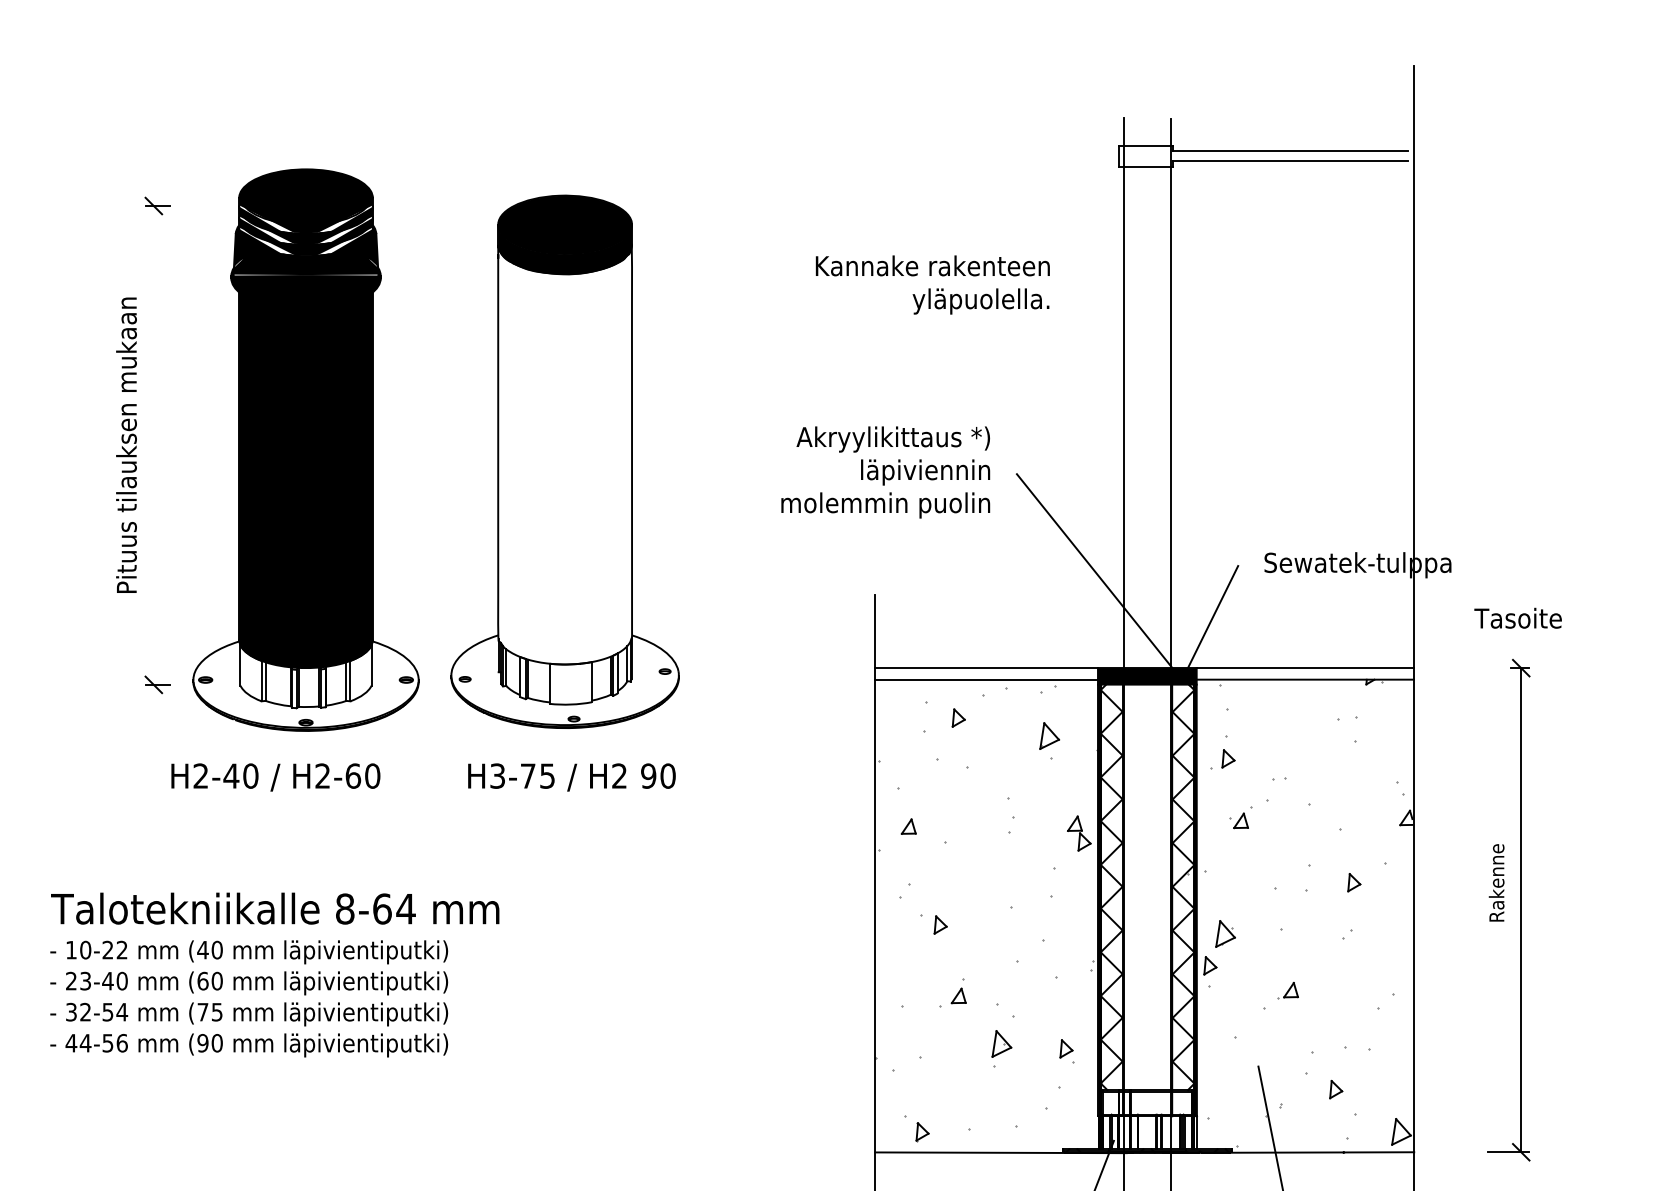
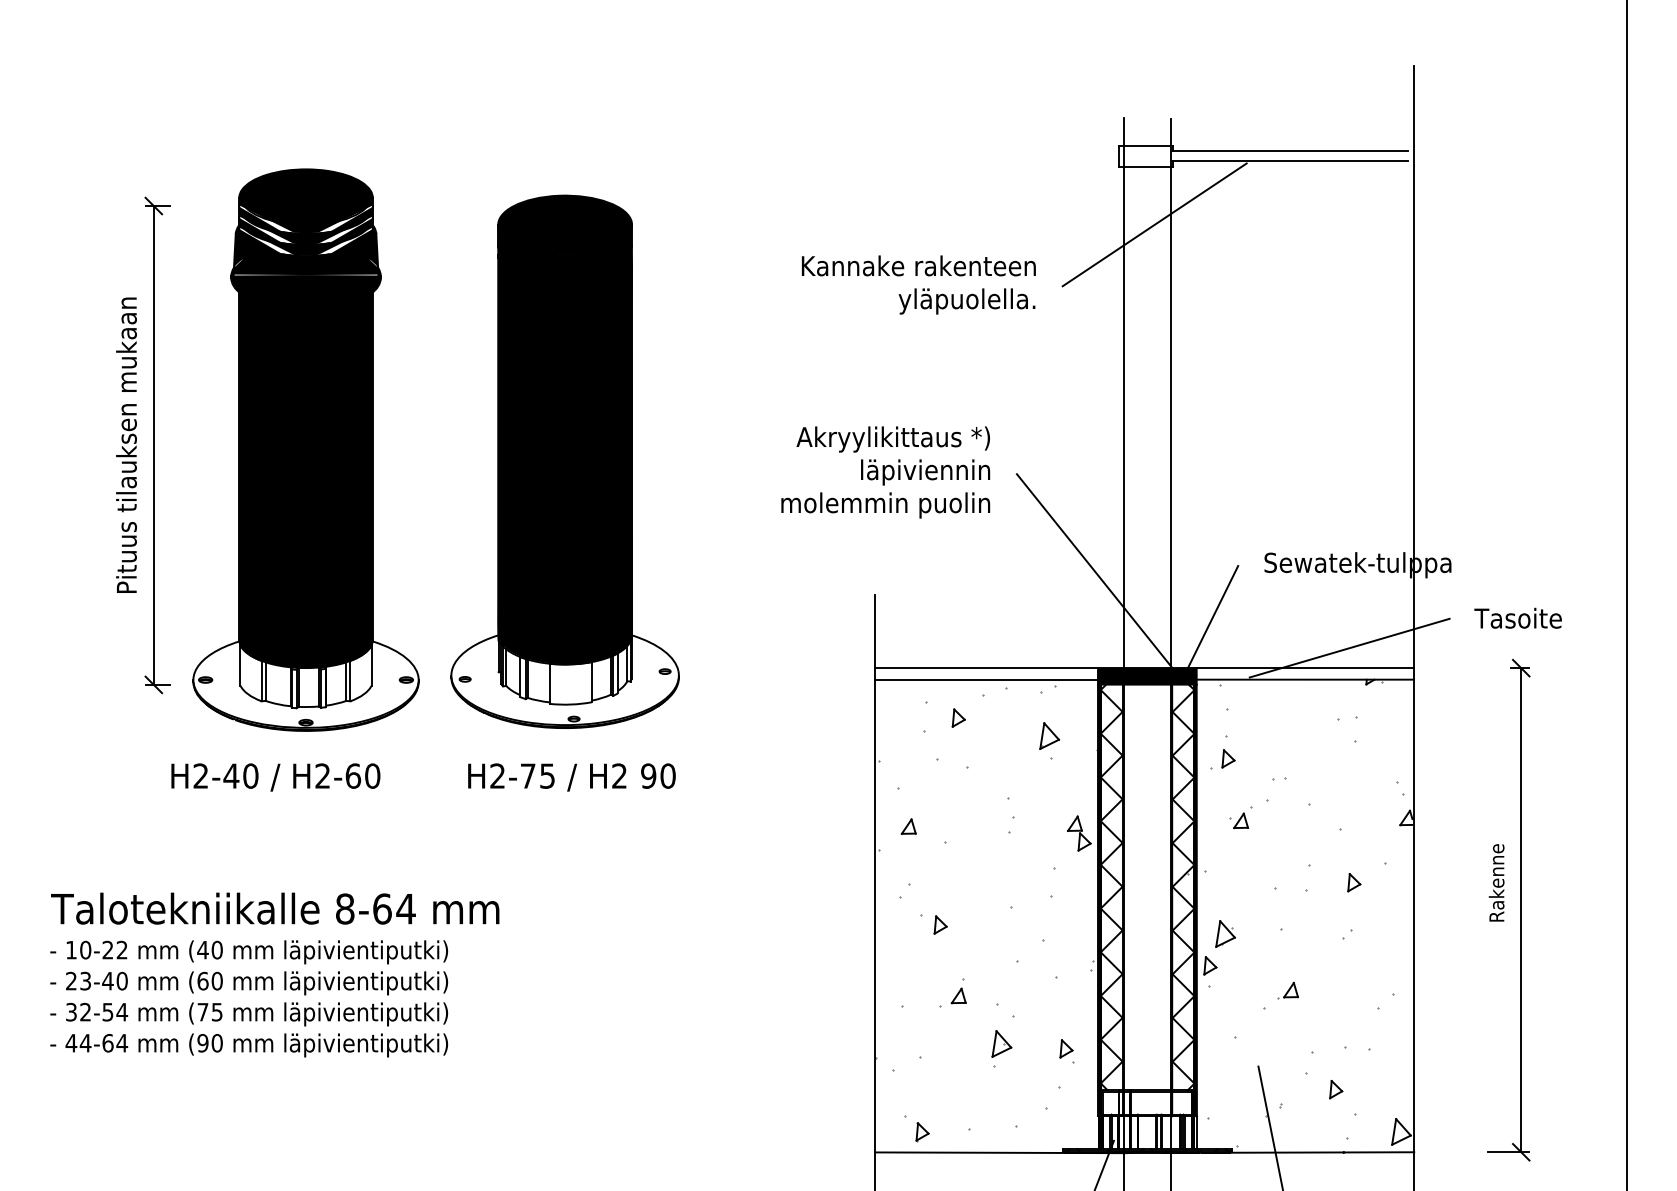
line at (1154, 224): none -> present
text at (932, 284) position: (932, 284) -> (918, 284)
line at (153, 445): none -> present
fill at (565, 454): none -> present
line at (1626, 594): none -> present
line at (1349, 647): none -> present
text at (497, 775): H3-75 -> H2-75
text at (115, 1042): 44-56 -> 44-64
